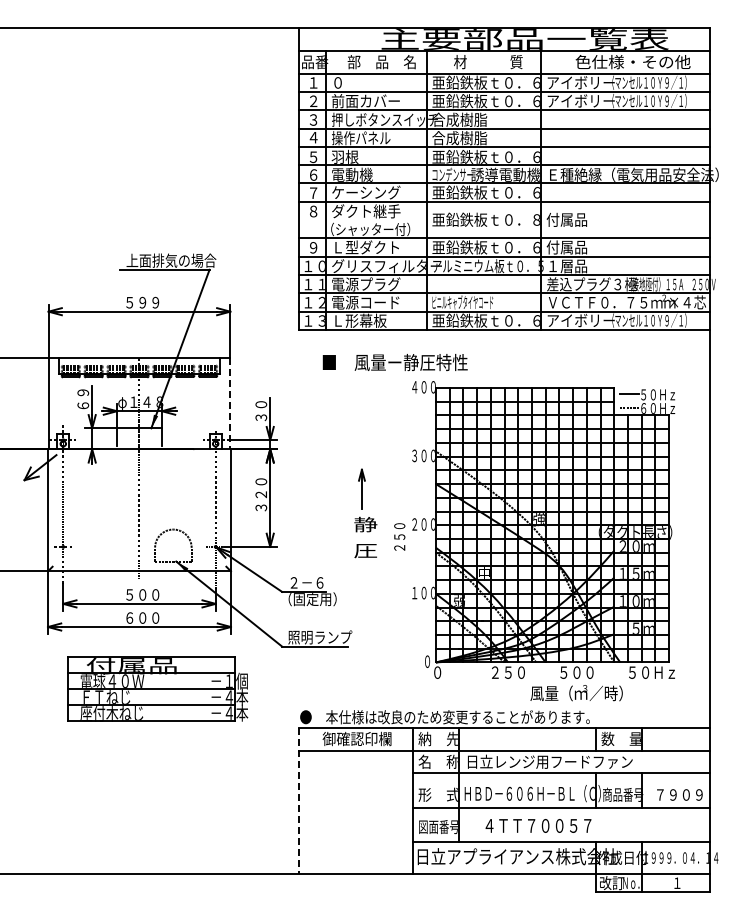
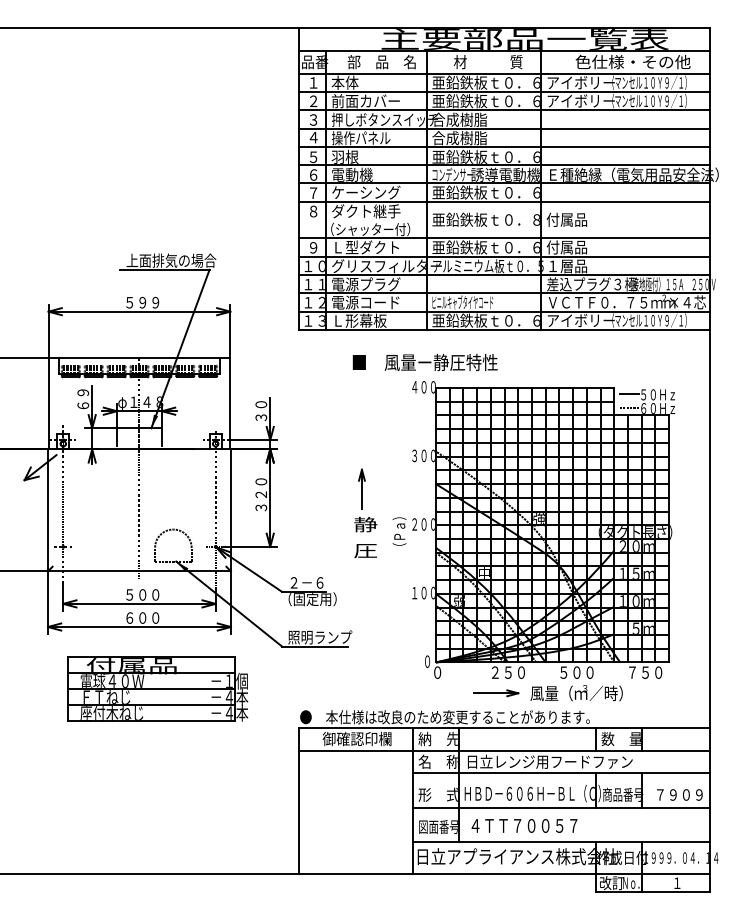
text at (344, 82): ０ -> 本体
text at (394, 362) position: (394, 362) -> (424, 362)
line at (230, 403): dashed -> solid
text at (399, 533): ２５０ -> （Ｐａ）
text at (651, 672): ５０Ｈｚ -> ７５０
part at (496, 693): none -> present
line at (298, 801): dashed -> solid
text at (538, 825) position: (538, 825) -> (524, 825)
